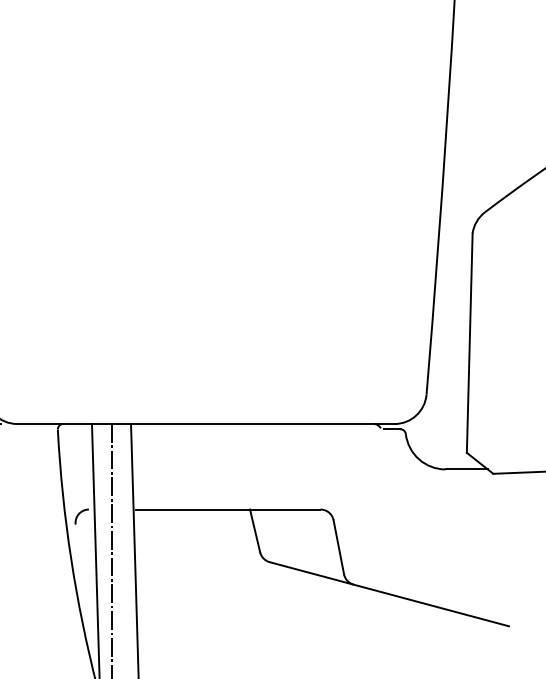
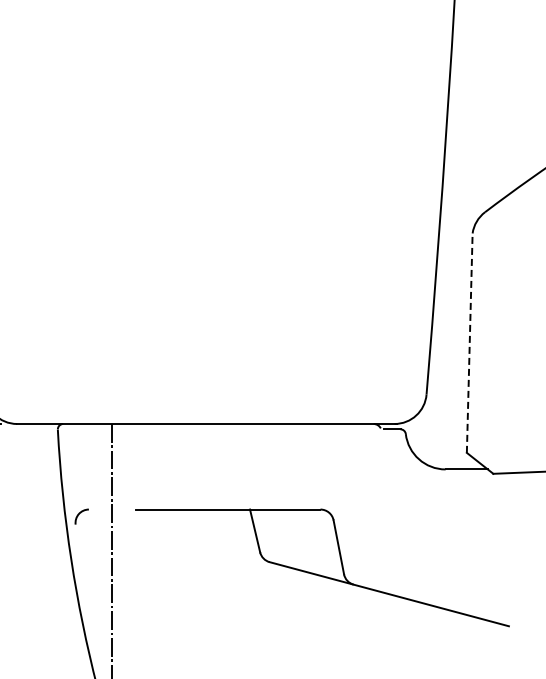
line at (469, 343): solid -> dashed
line at (95, 549): present -> none
line at (134, 549): present -> none
